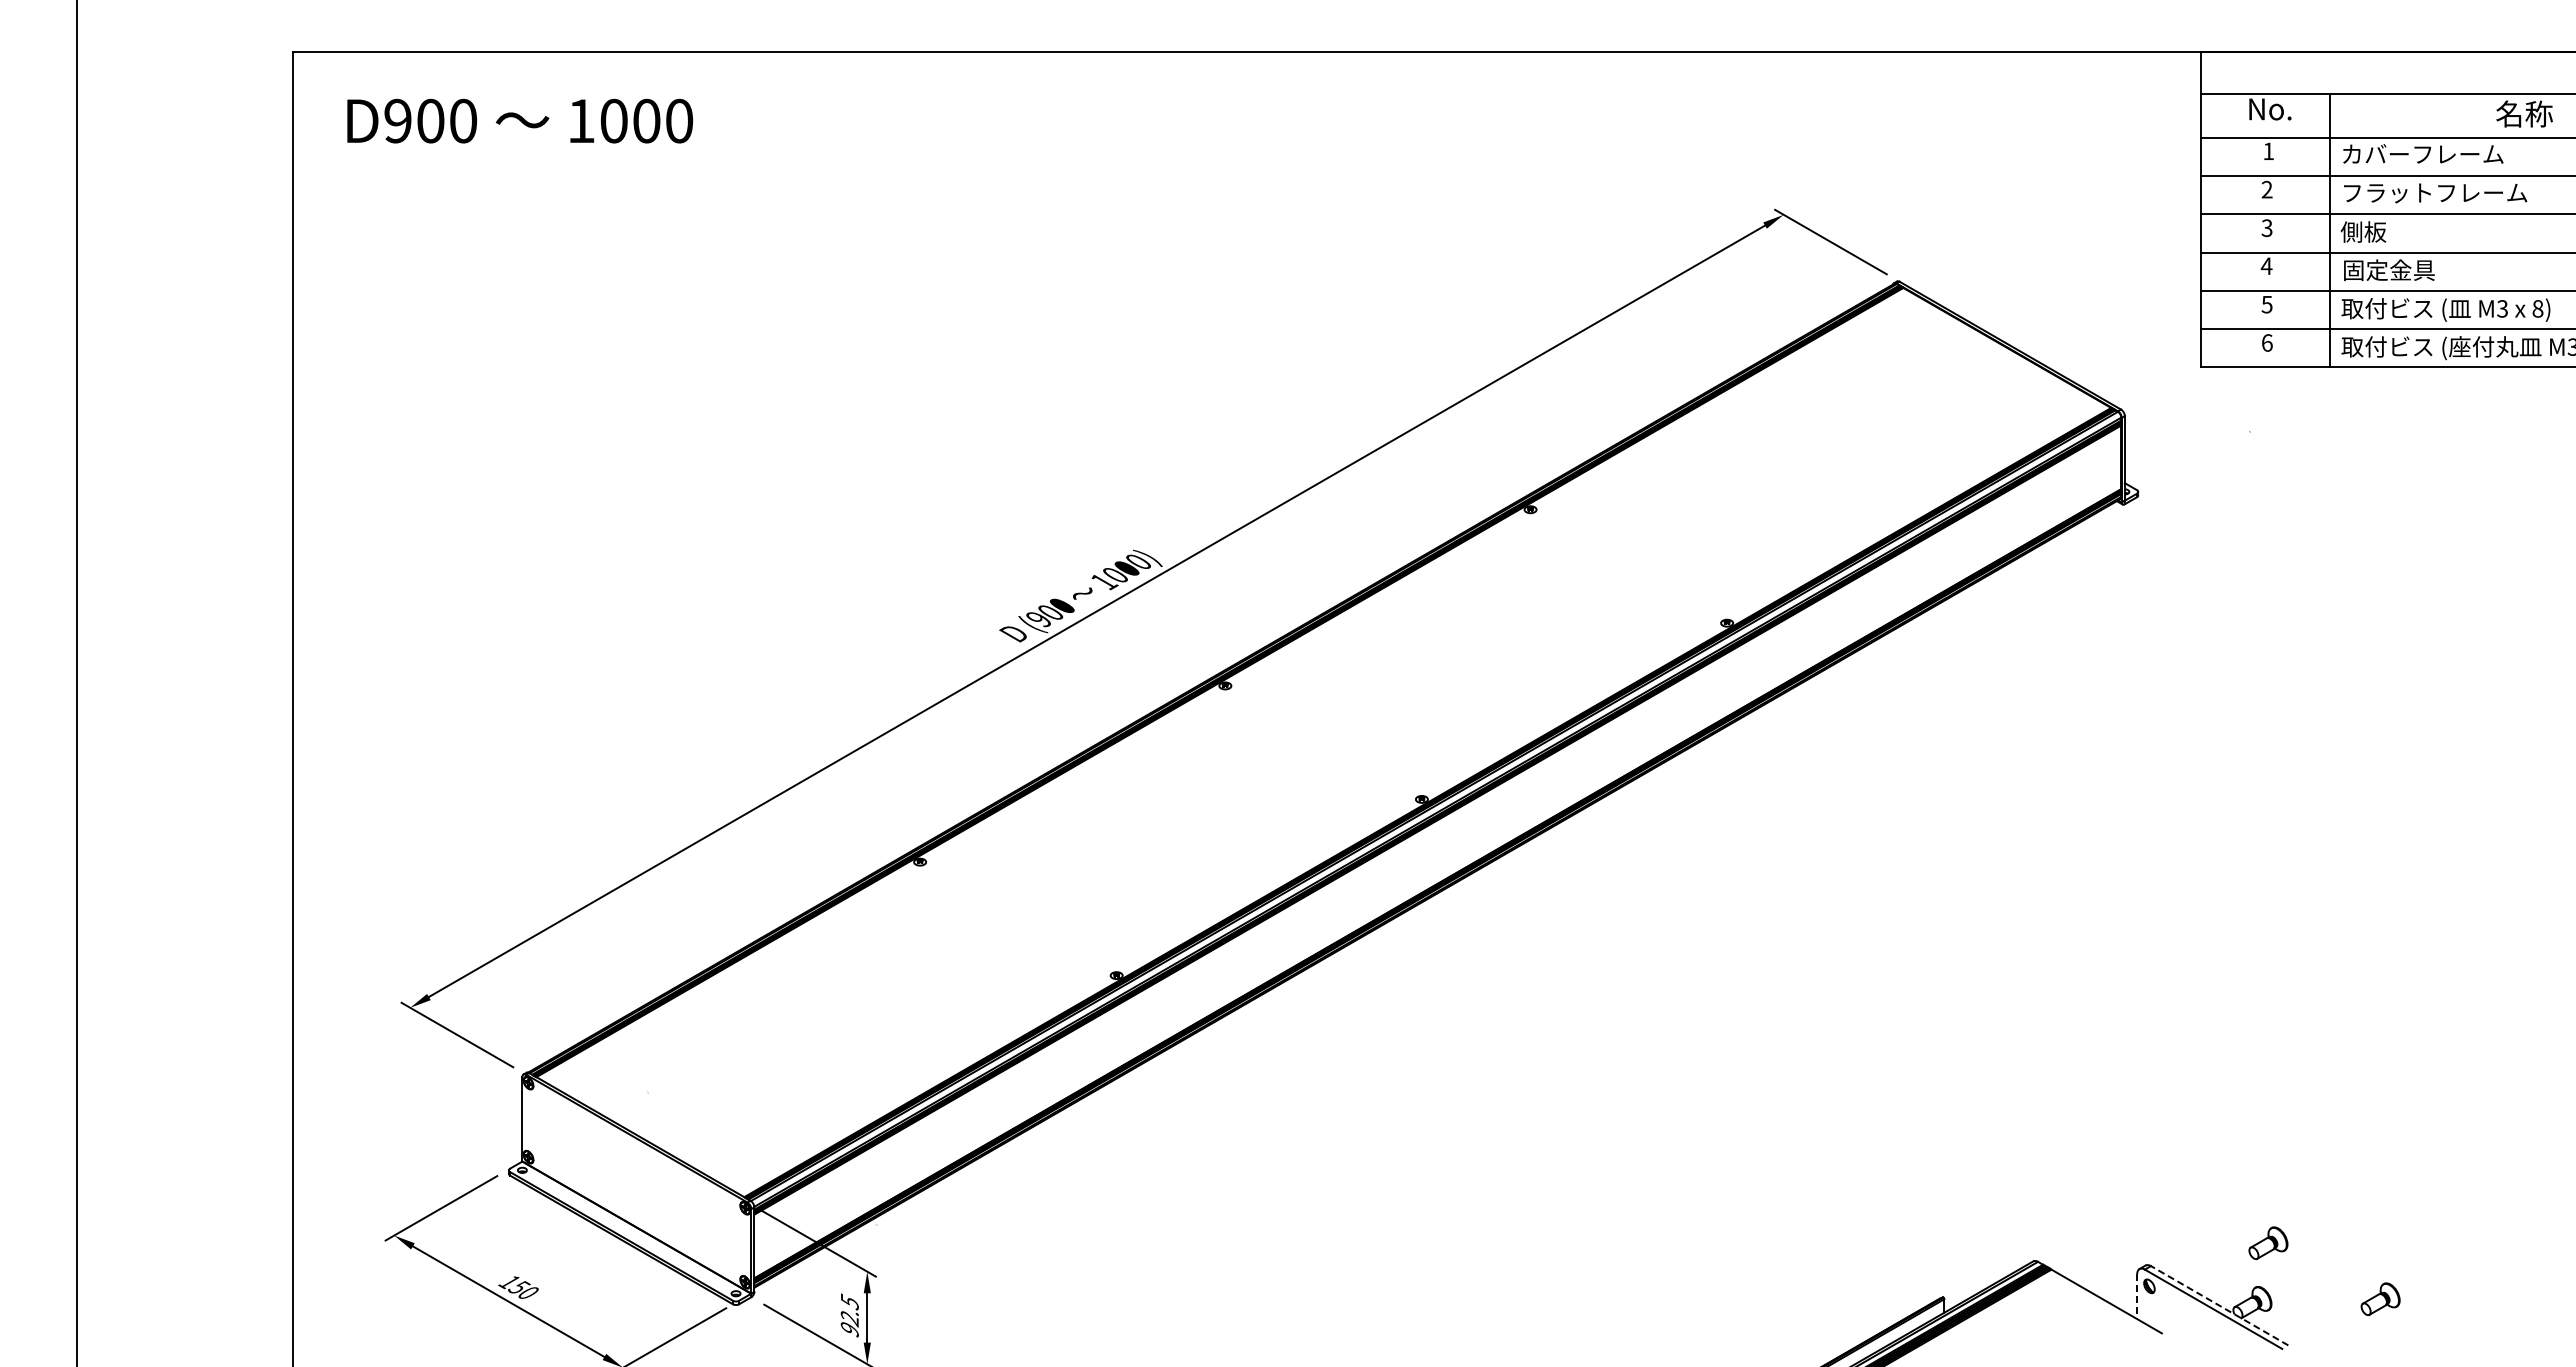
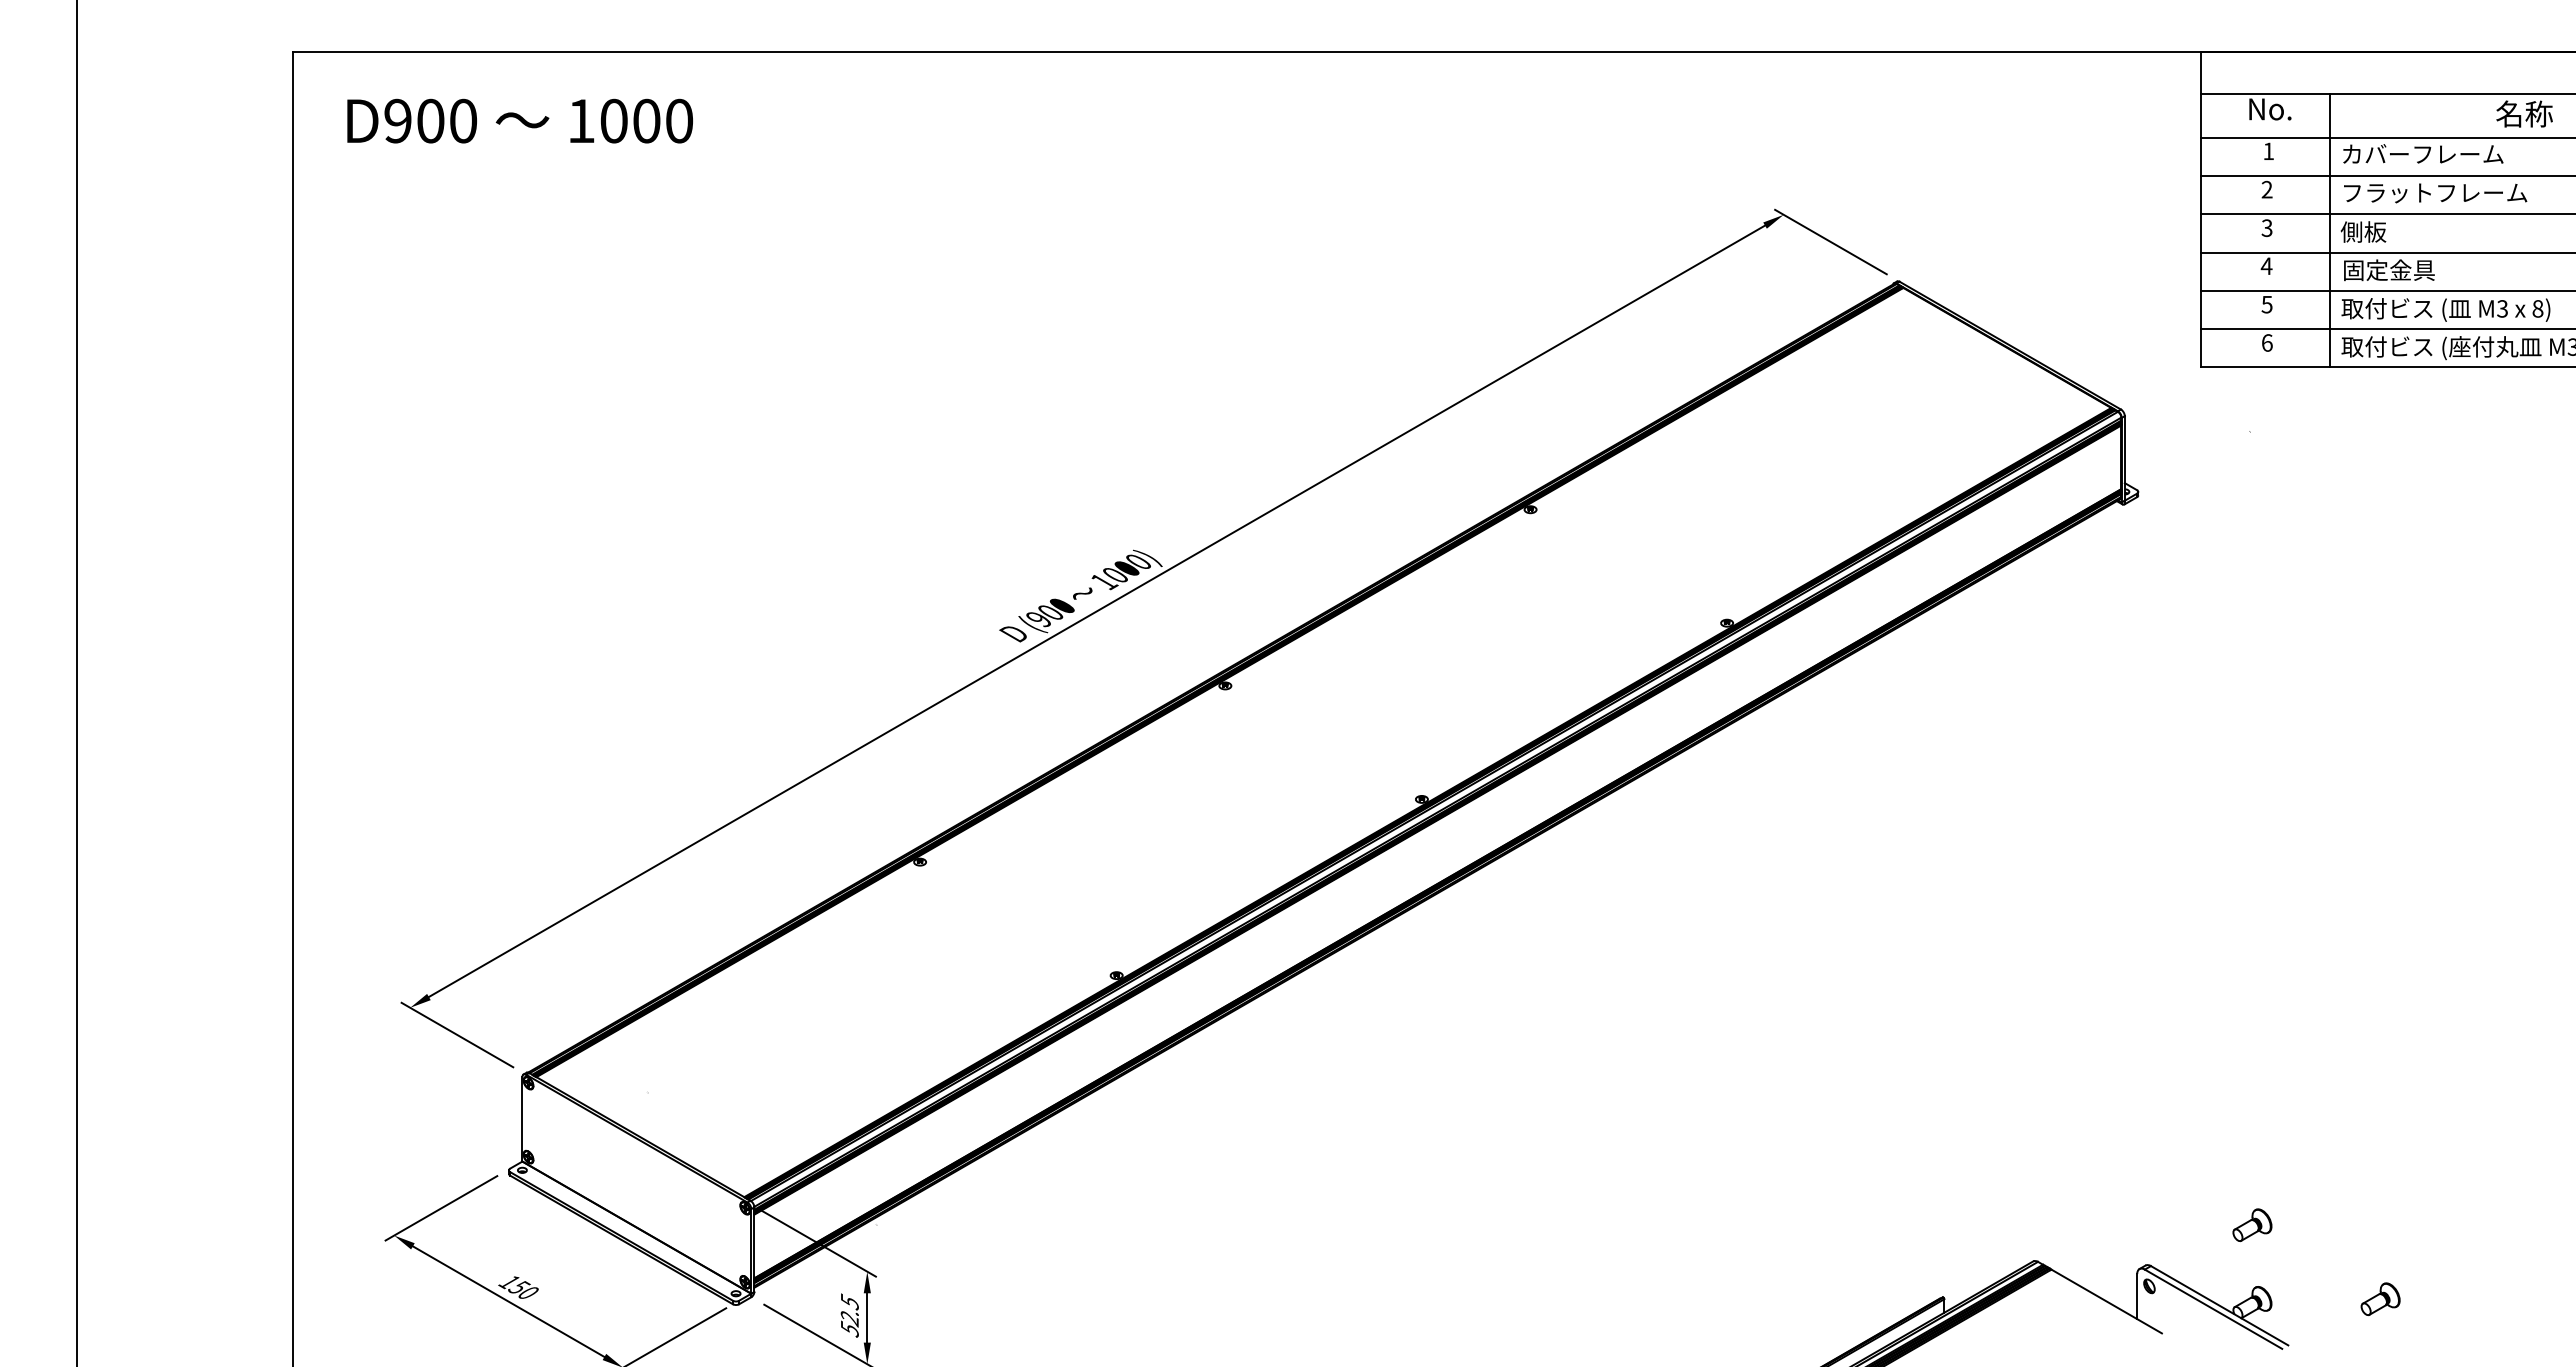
part at (2268, 1243) position: (2268, 1243) -> (2252, 1225)
line at (2137, 1296): dashed -> solid
line at (2219, 1305): dashed -> solid
text at (849, 1328): 92.5 -> 52.5
